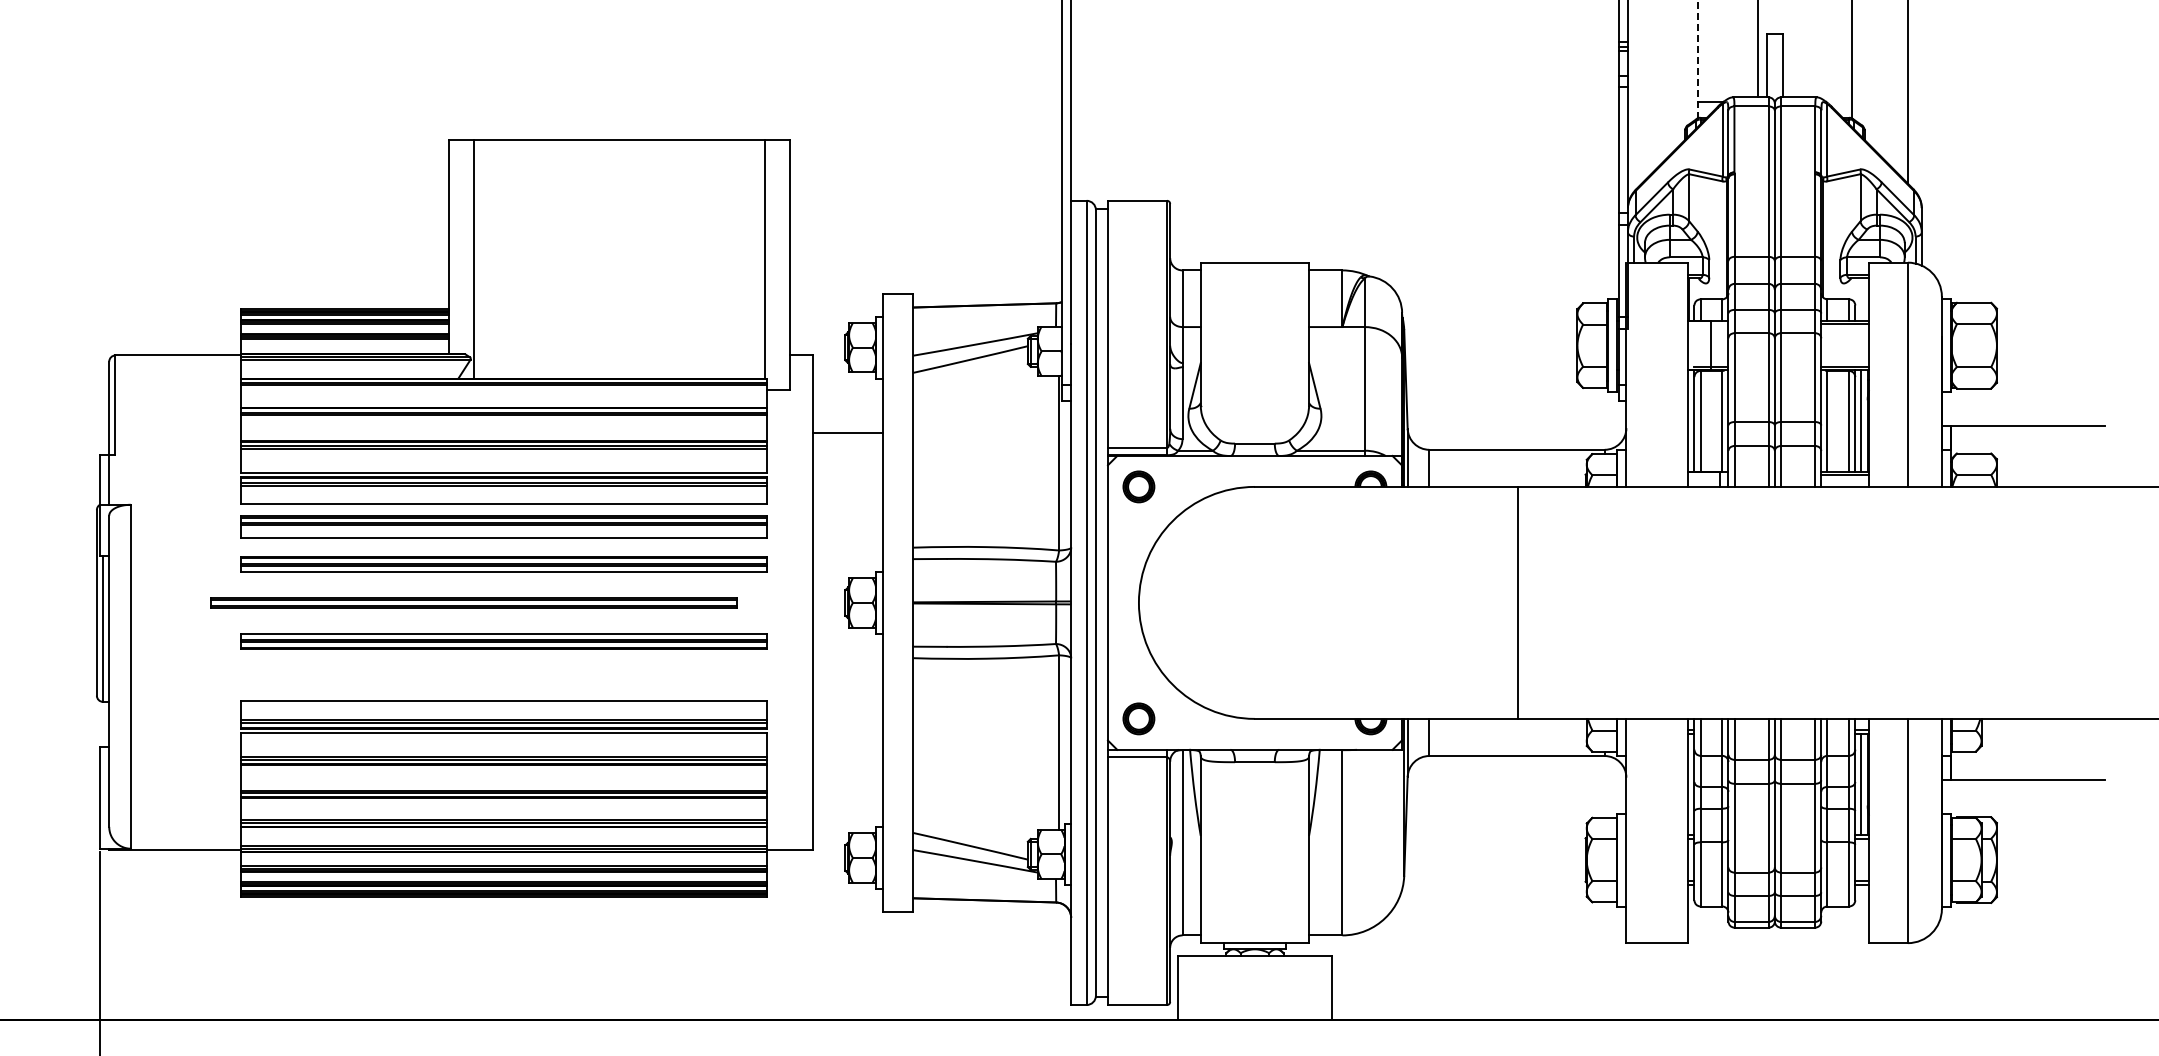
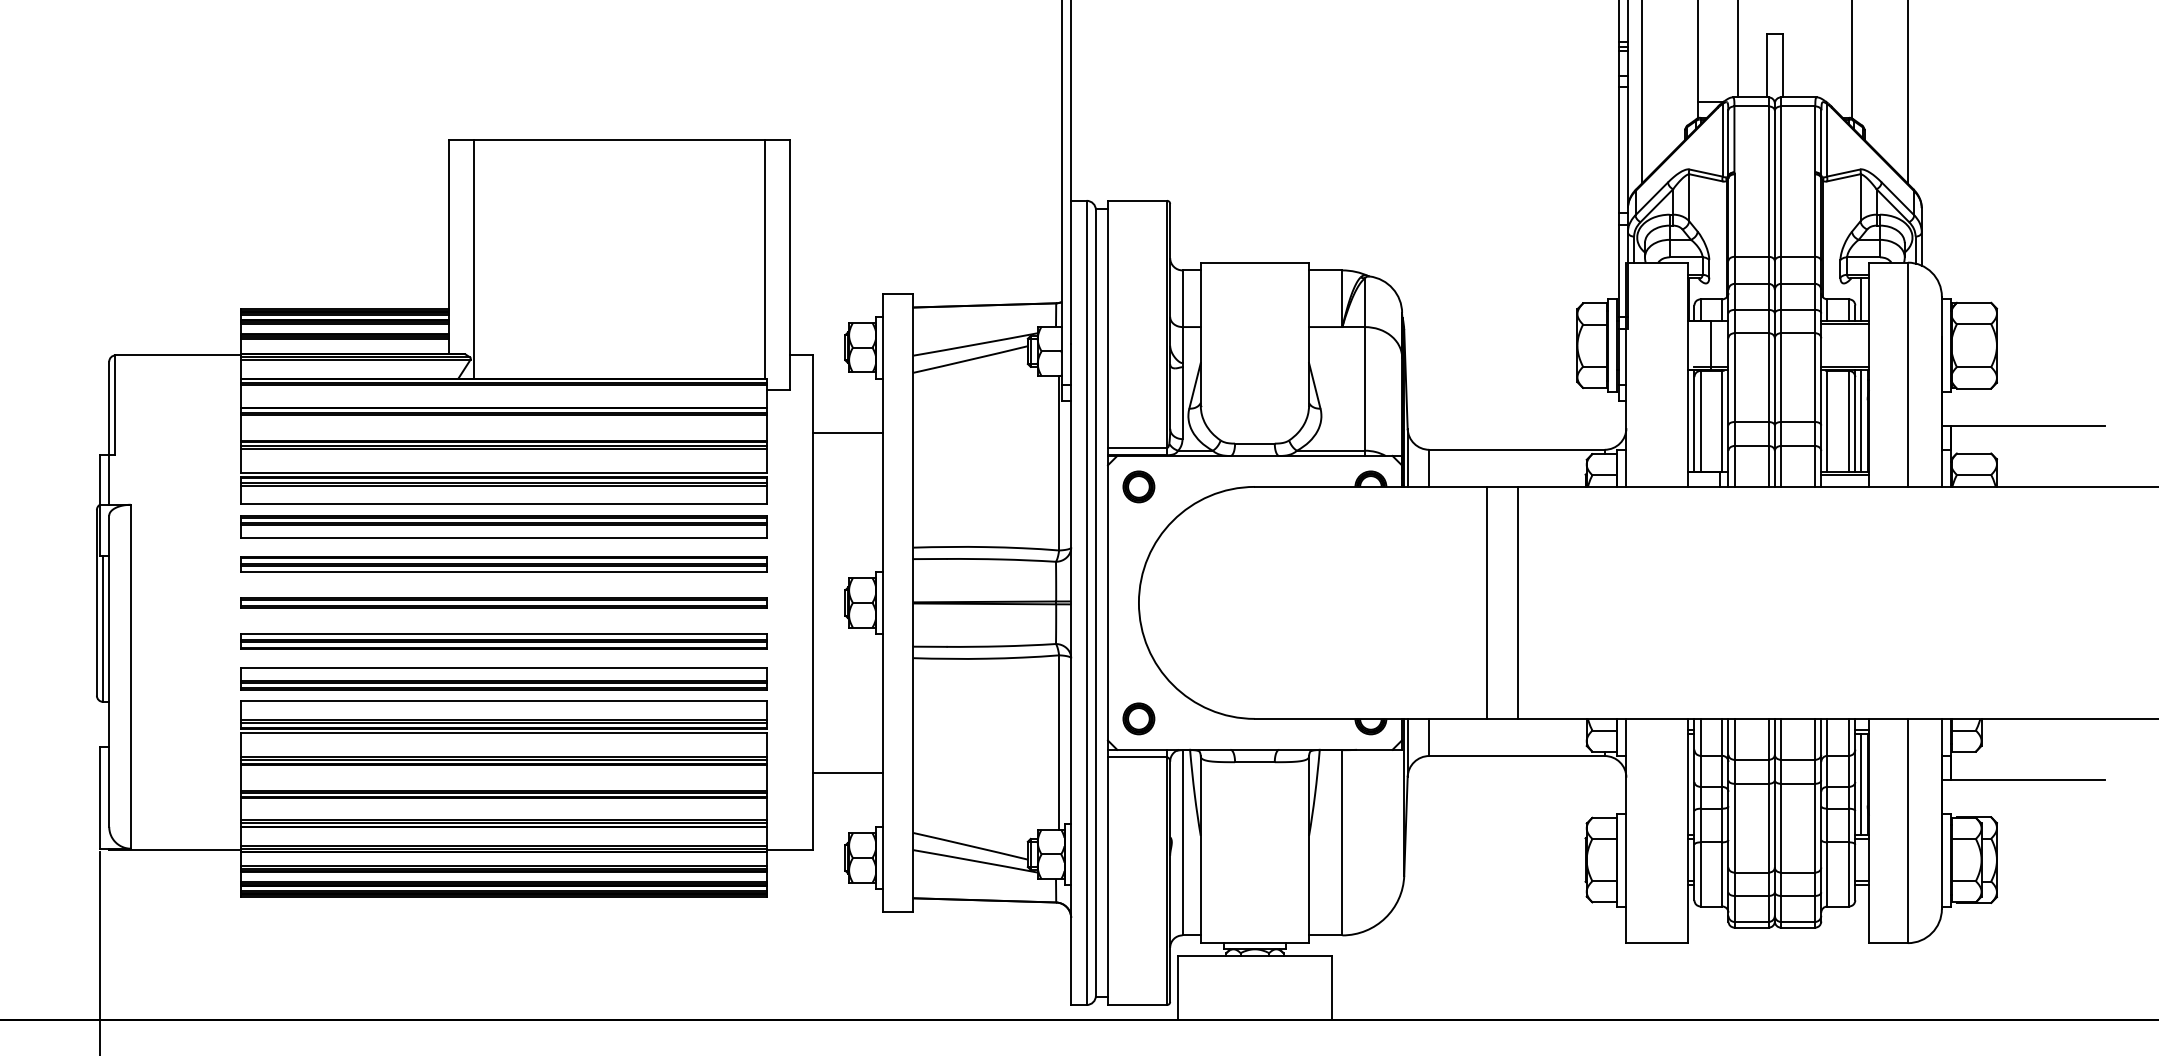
line at (1757, 49) position: (1757, 49) -> (1737, 49)
line at (1697, 59): dashed -> solid
line at (1641, 92): none -> present
line at (1860, 299): none -> present
part at (473, 602) position: (473, 602) -> (503, 602)
line at (1486, 602): none -> present
part at (503, 678): none -> present
line at (847, 773): none -> present
